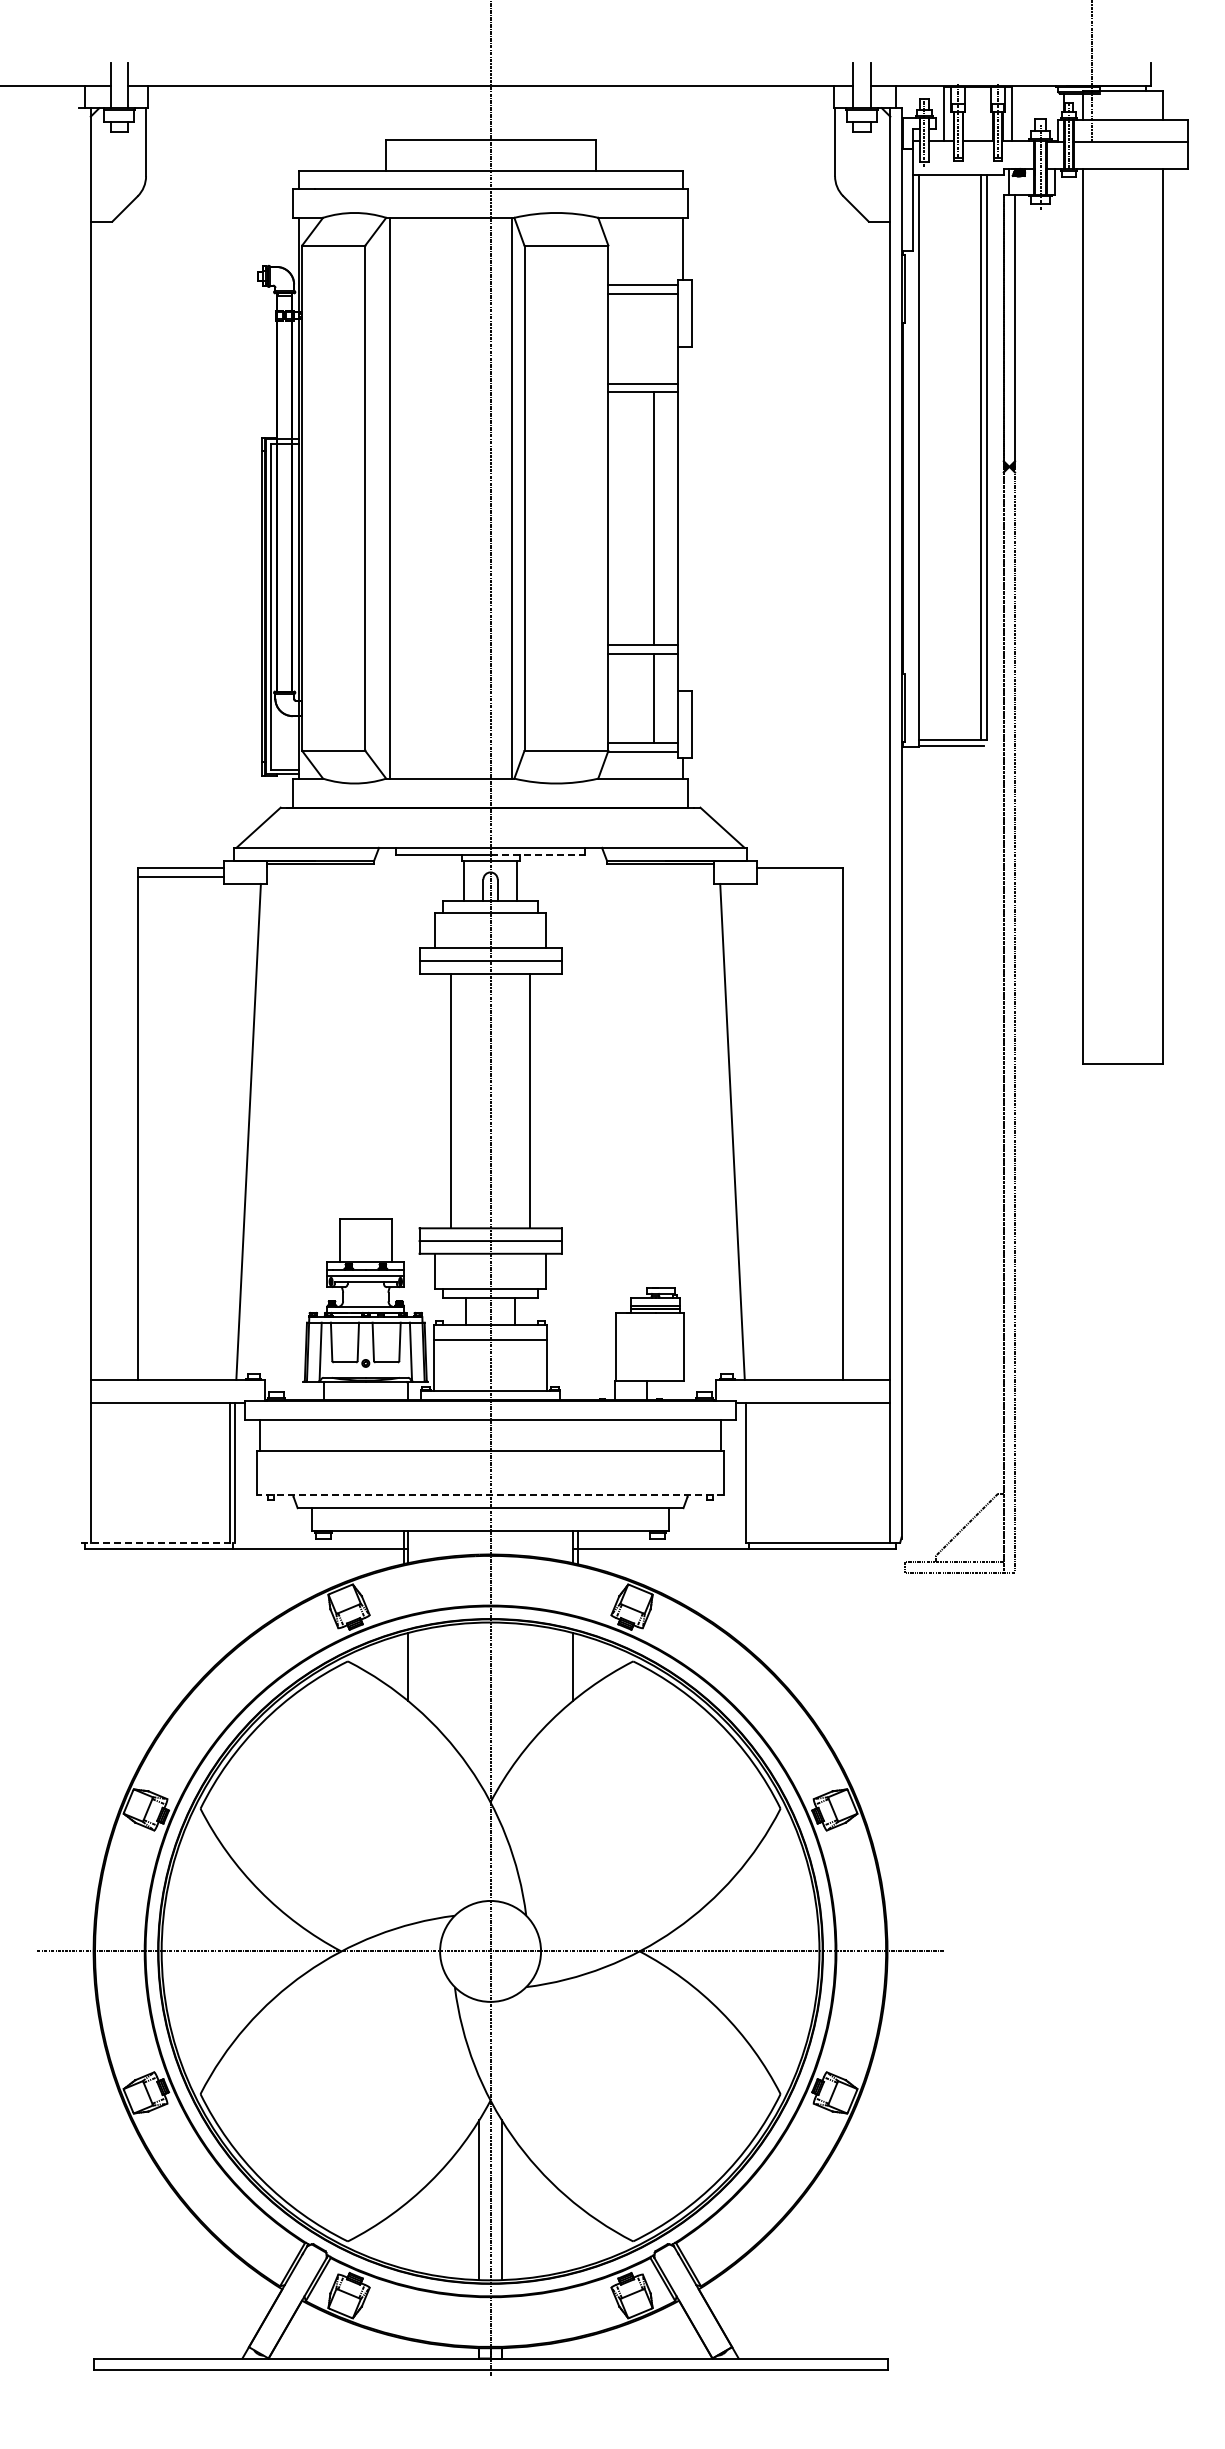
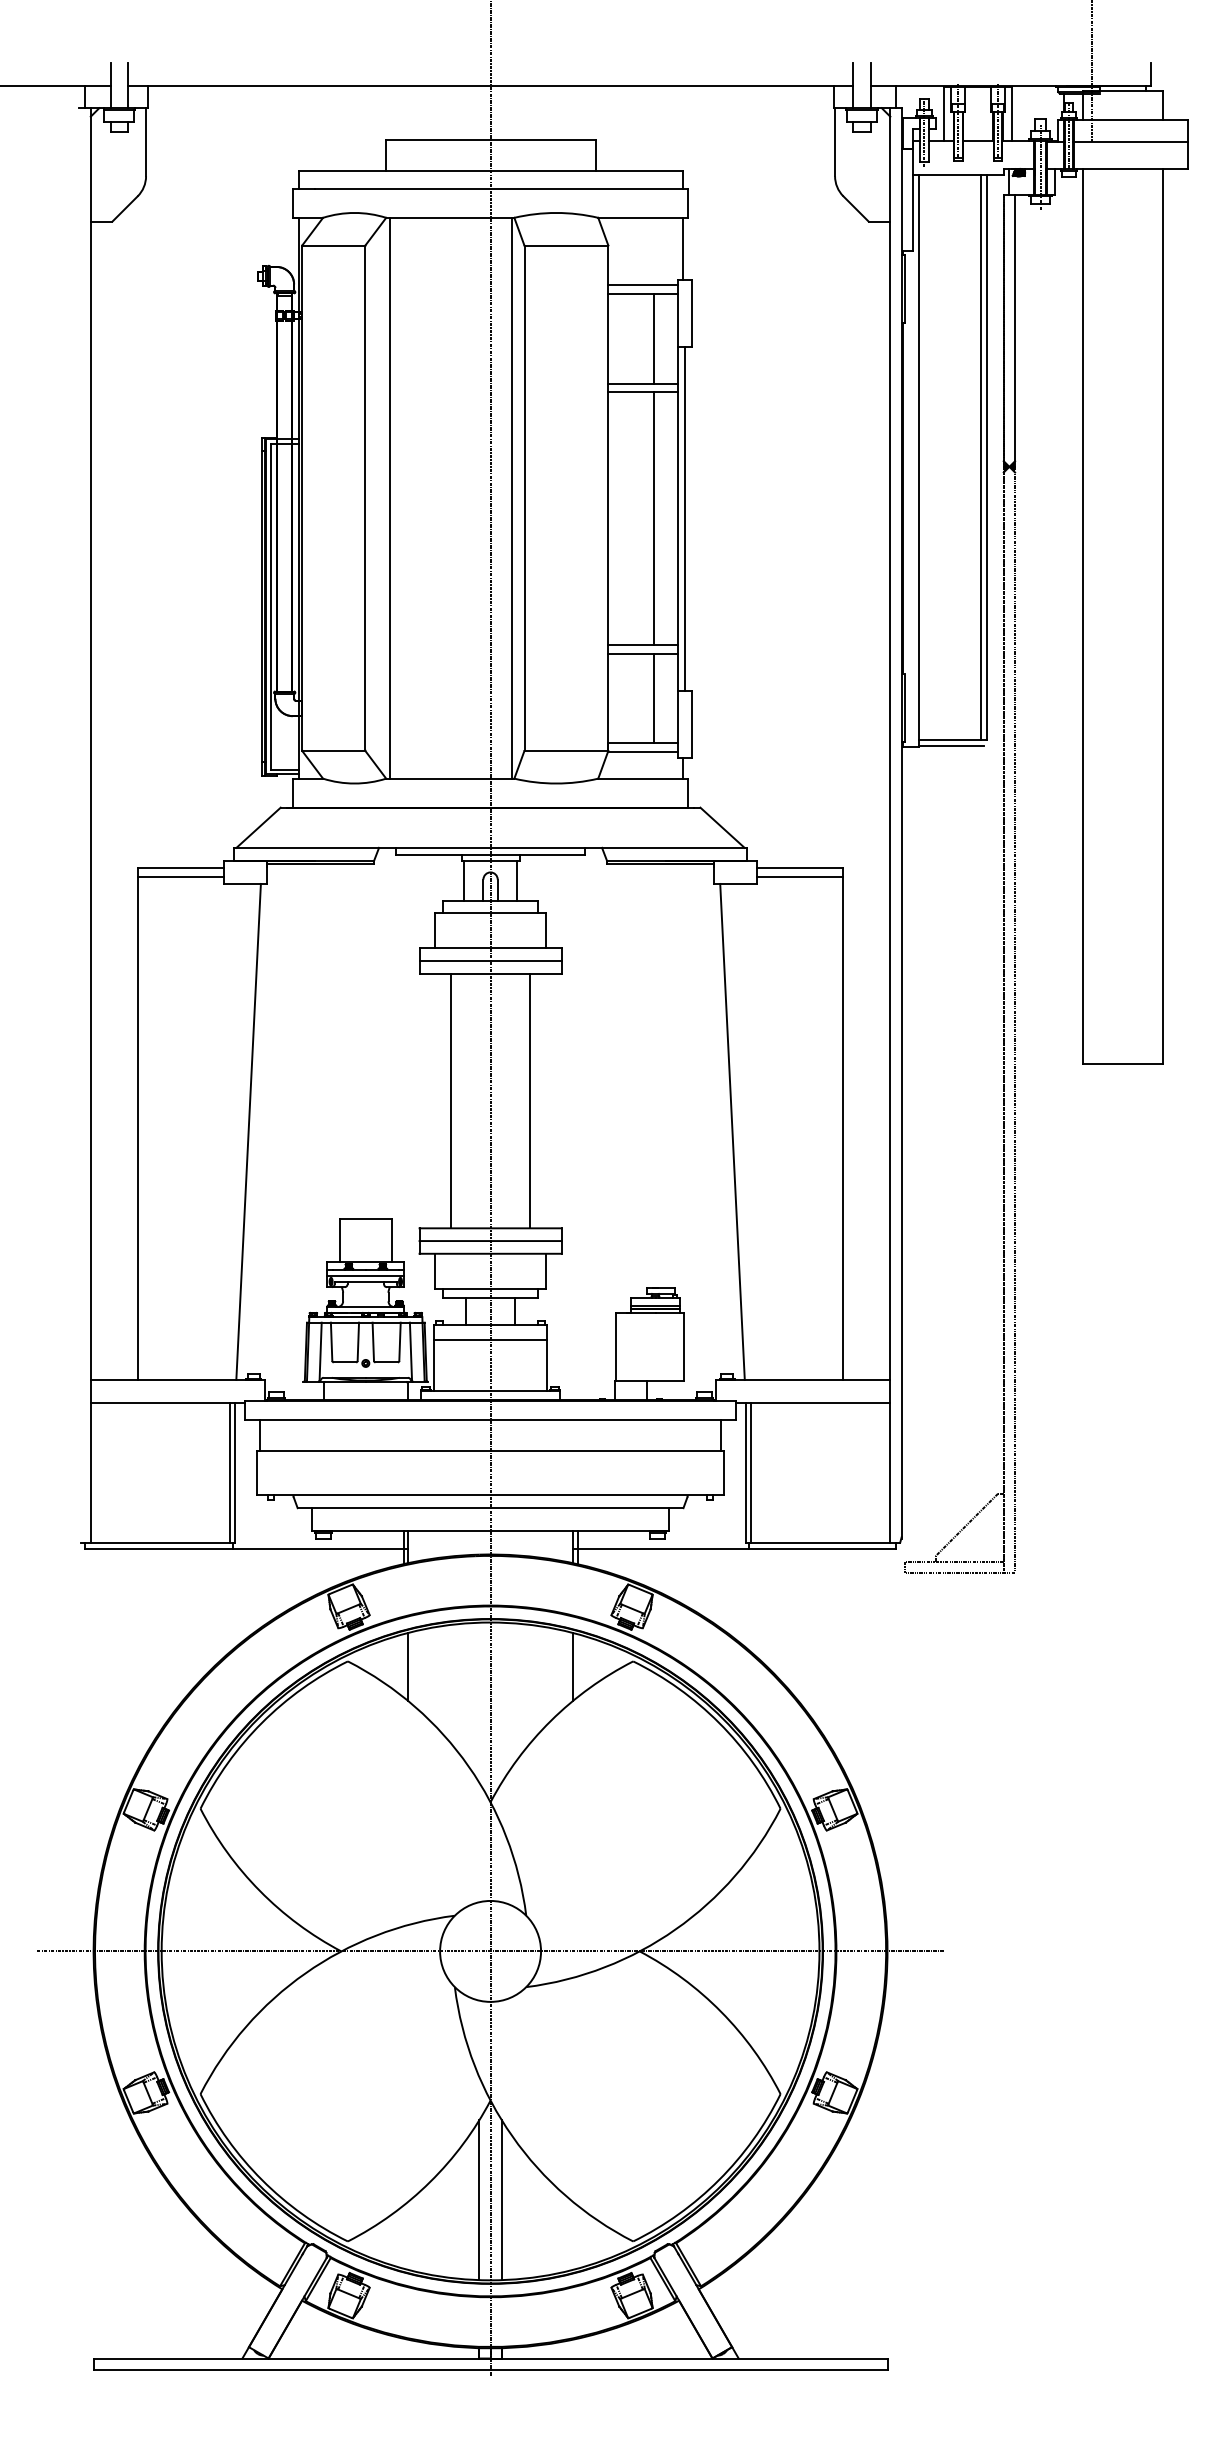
line at (654, 338): none -> present
line at (684, 518): none -> present
line at (538, 855): dashed -> solid
line at (800, 876): none -> present
line at (751, 1472): none -> present
line at (490, 1495): dashed -> solid
line at (158, 1542): dashed -> solid
